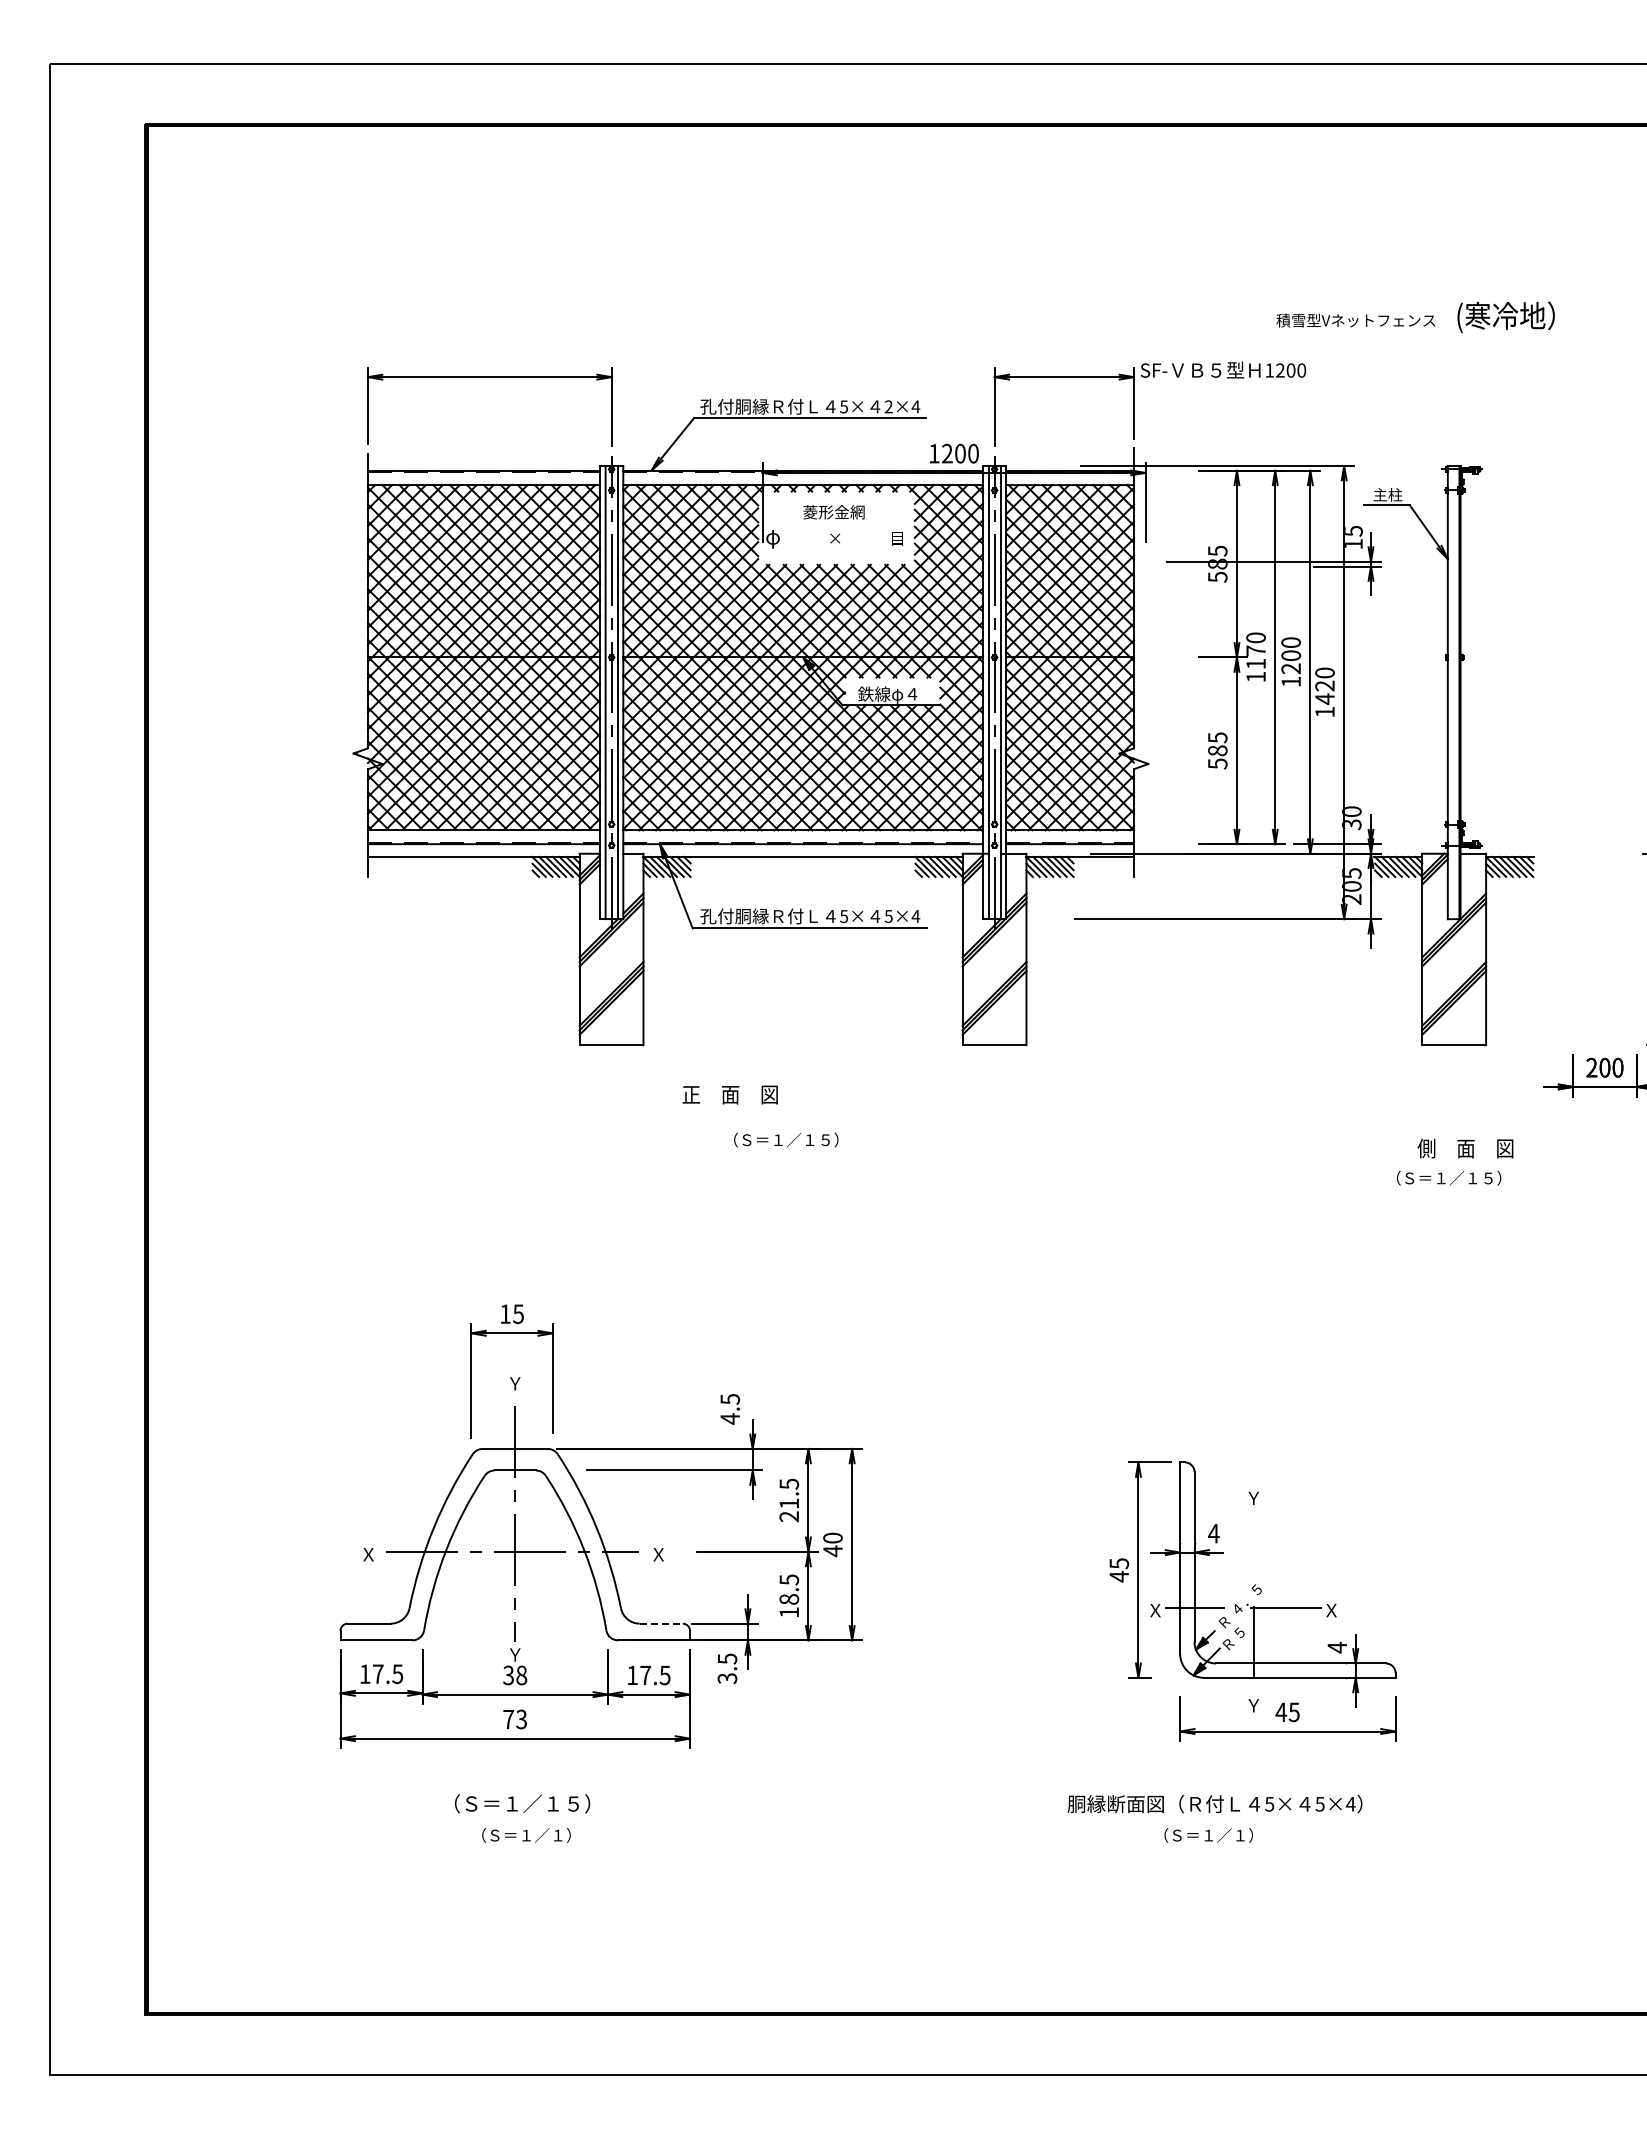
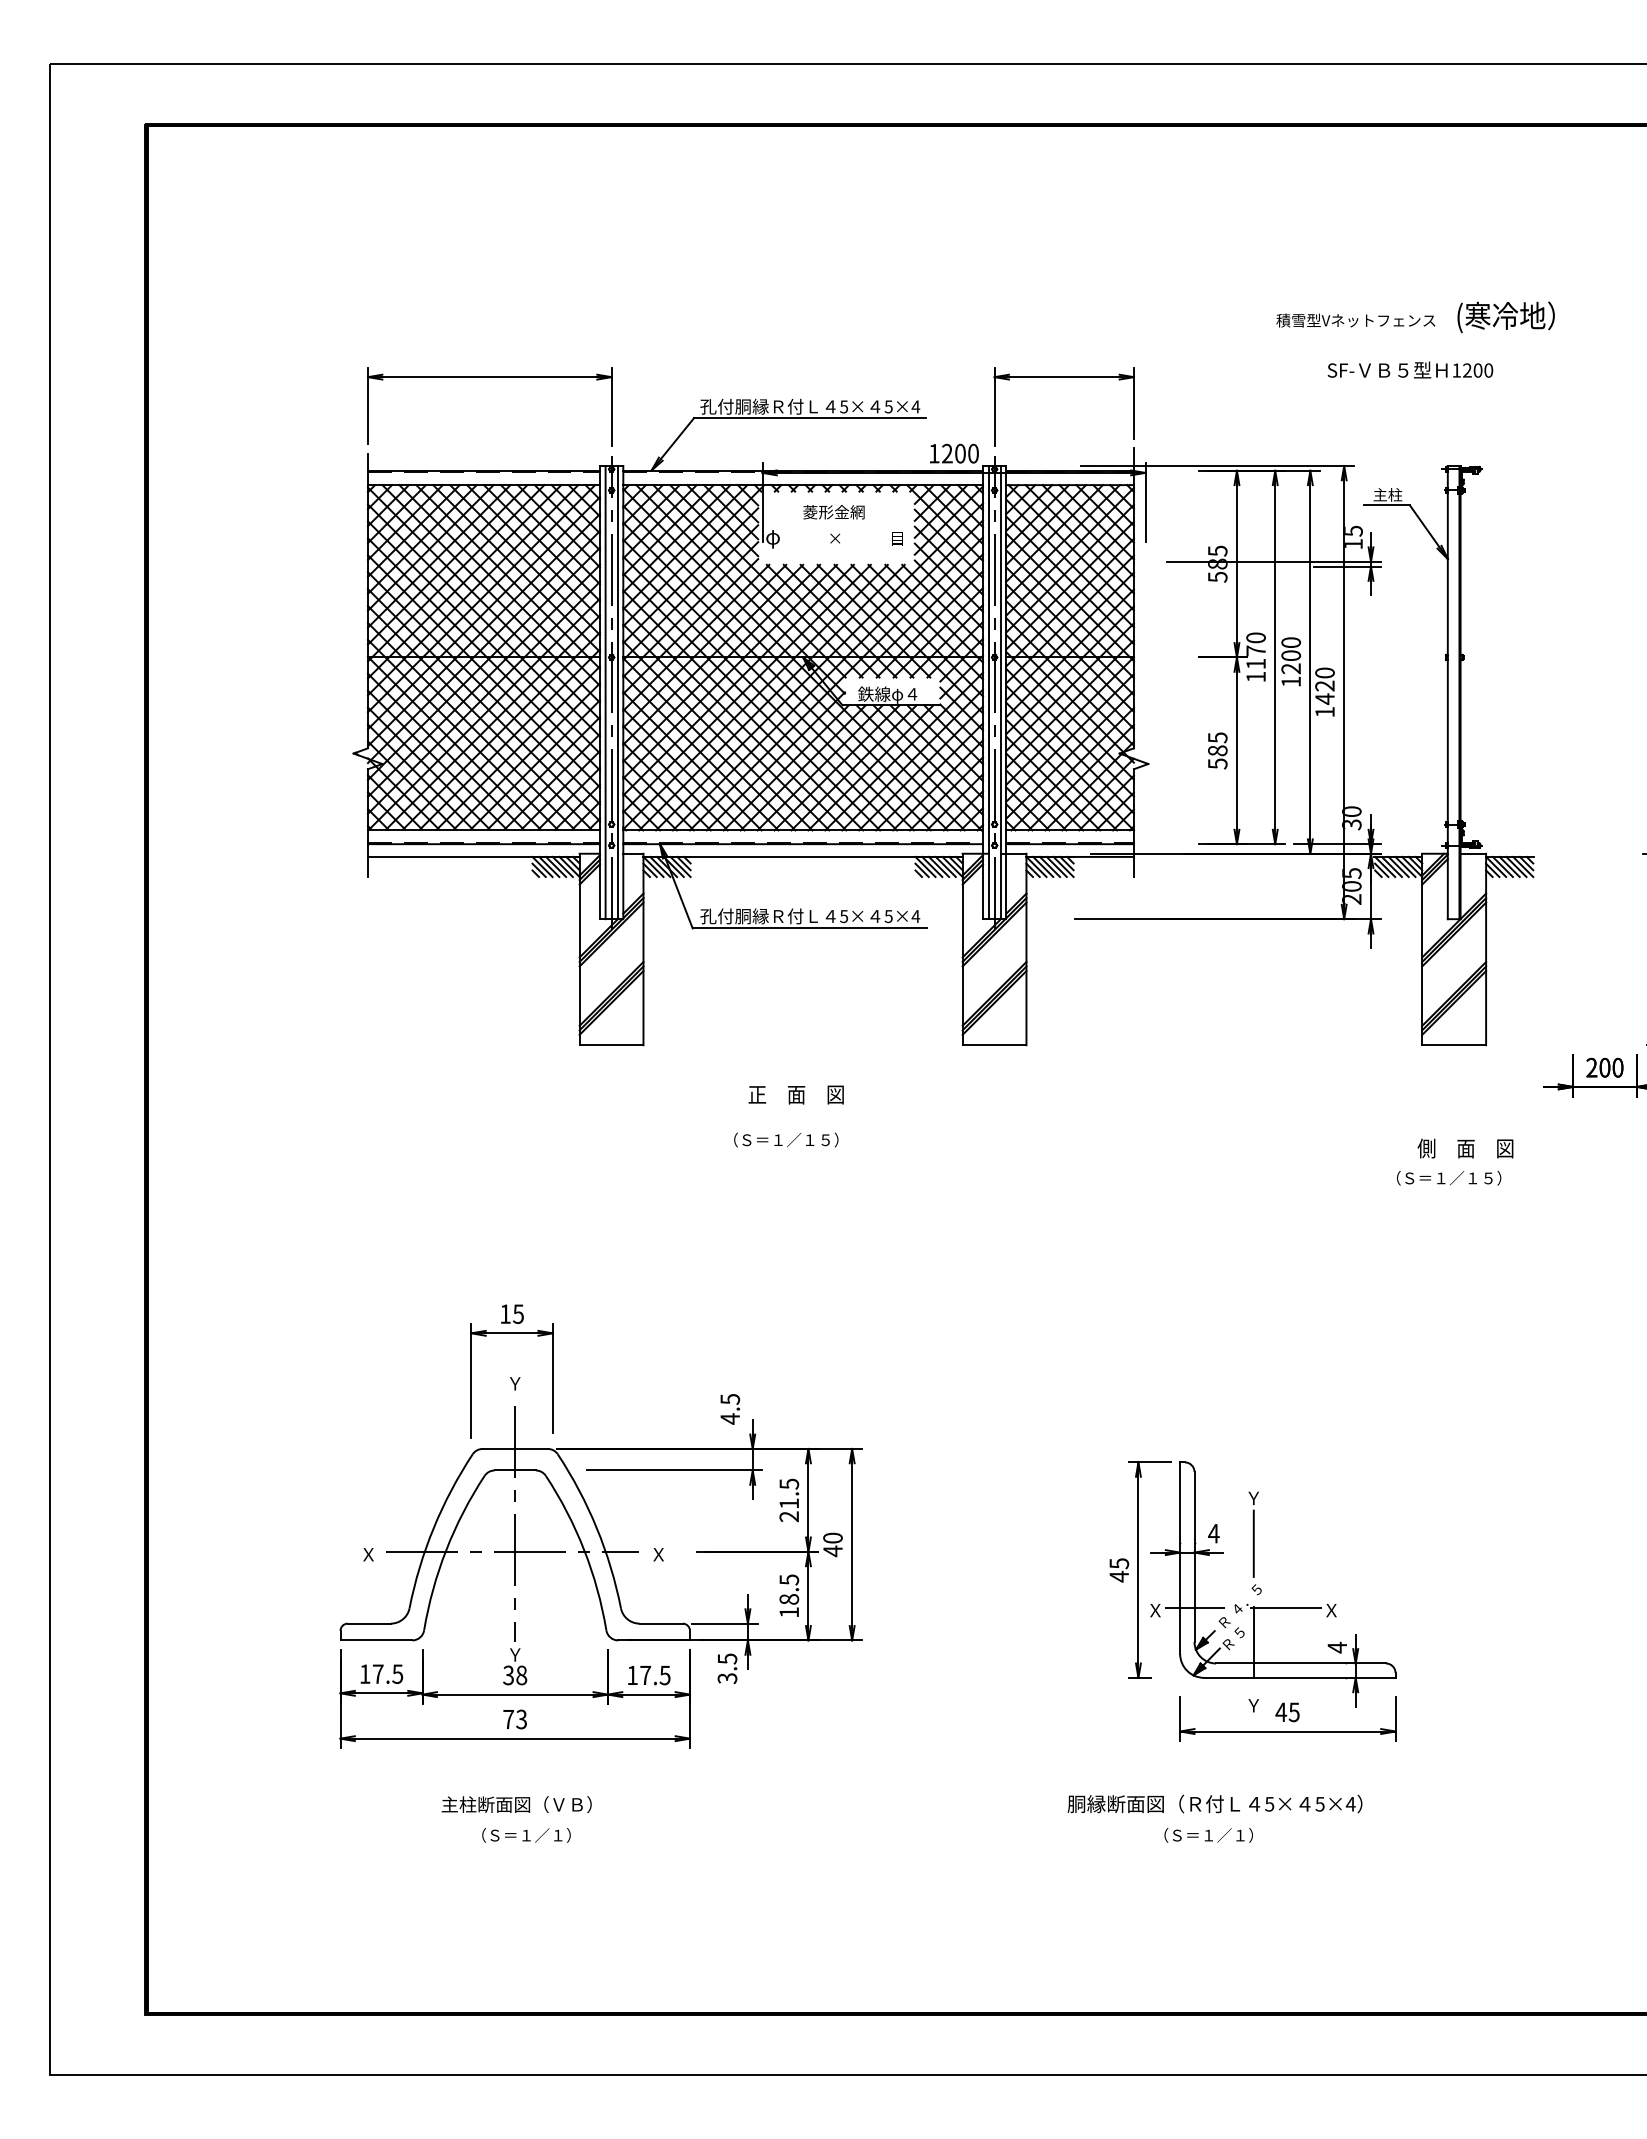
text at (1223, 369) position: (1223, 369) -> (1410, 369)
text at (888, 406): 2×4 -> 5×4
text at (729, 1094) position: (729, 1094) -> (795, 1094)
line at (1253, 1543): none -> present
line at (661, 1623): dashed -> solid
text at (516, 1803): （Ｓ＝１／１５） -> 主柱断面図（ＶＢ）
